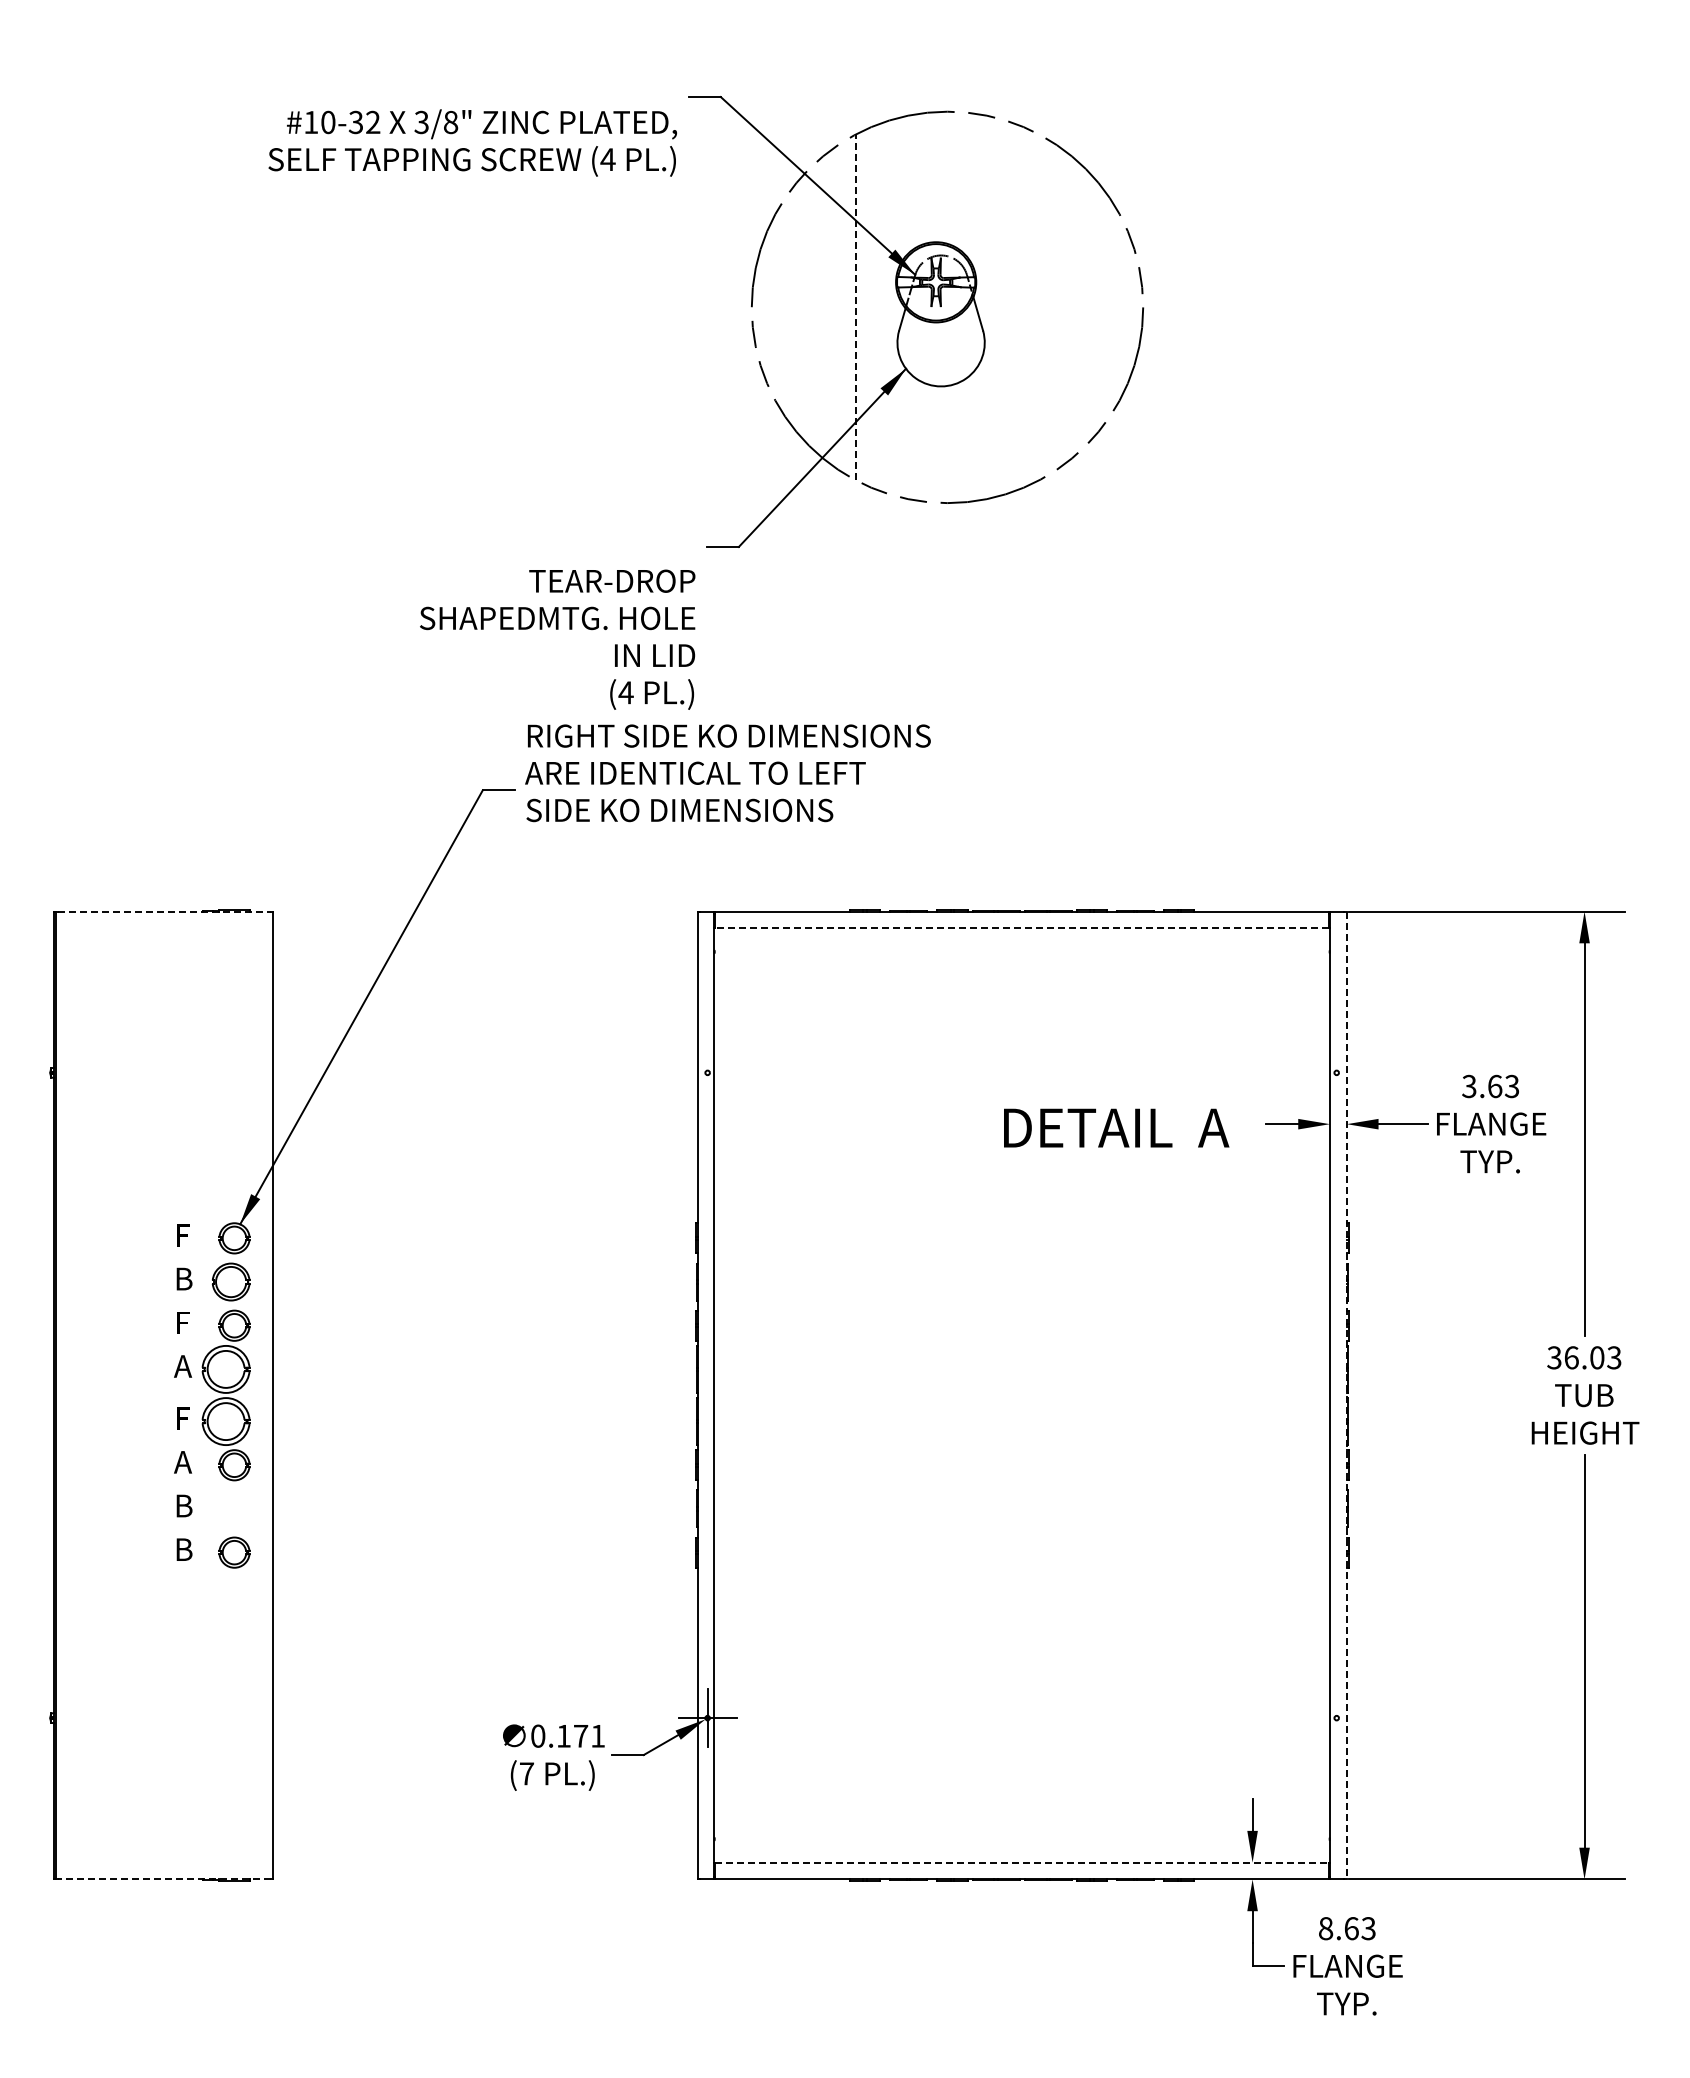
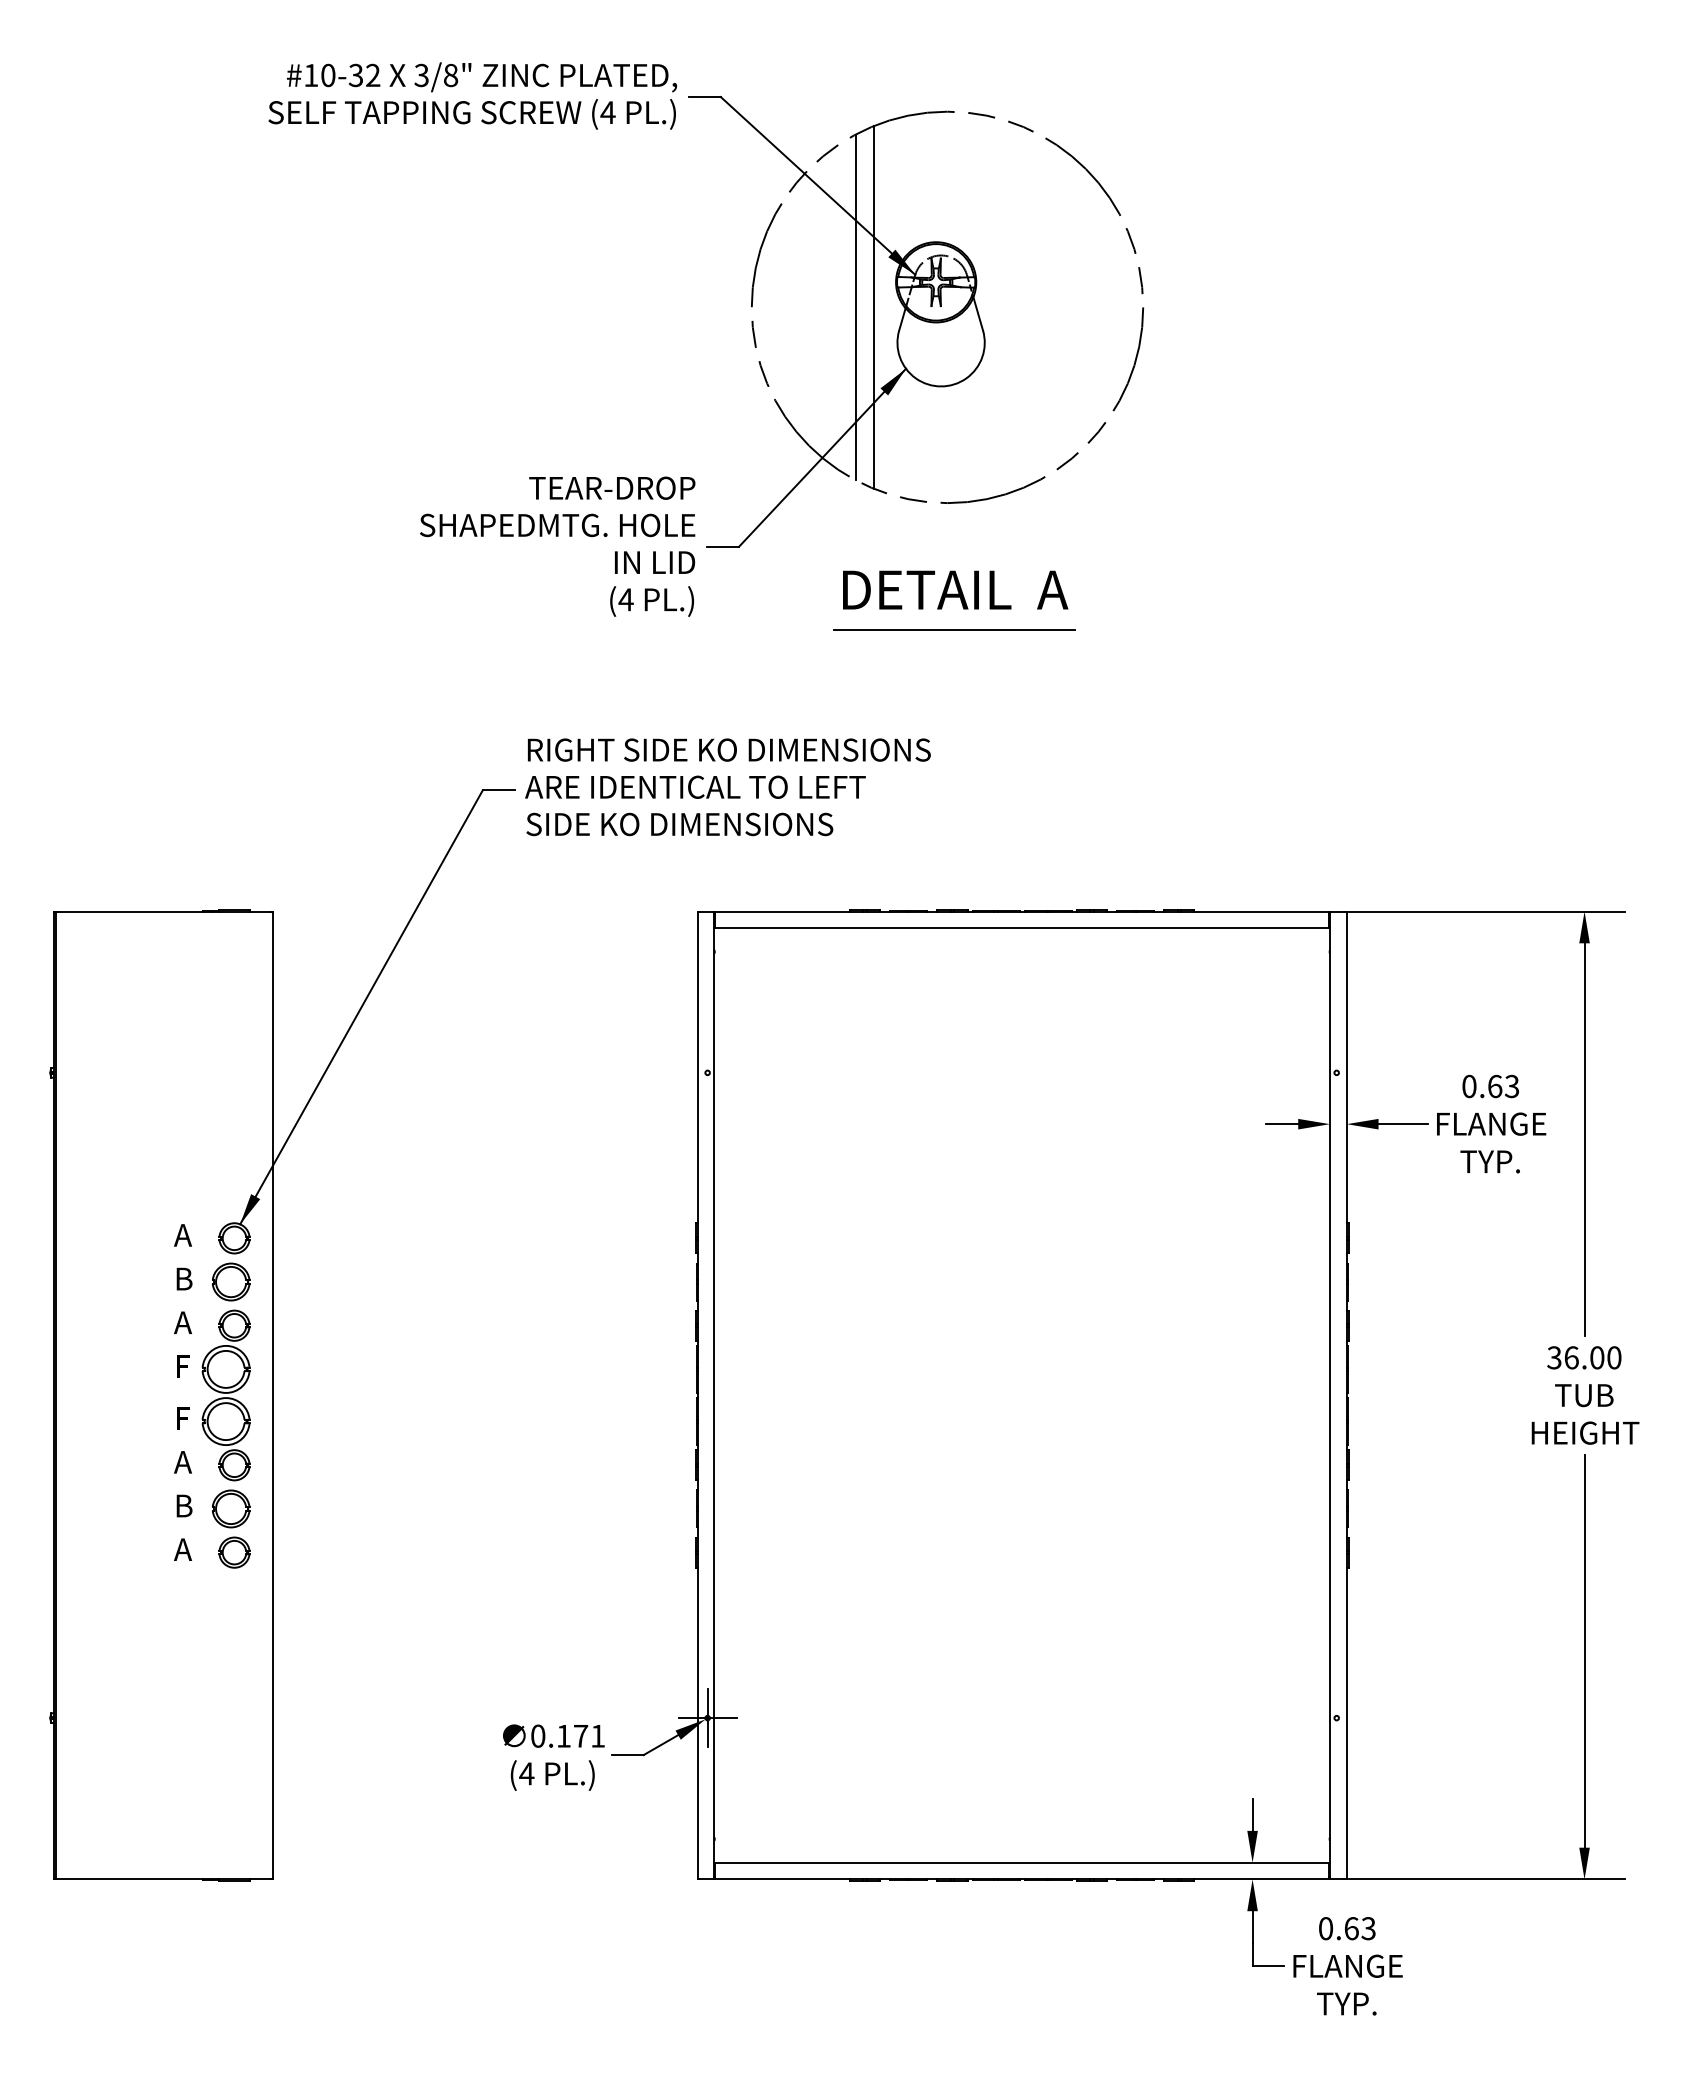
text at (472, 142) position: (472, 142) -> (472, 95)
line at (855, 307): dashed -> solid
line at (873, 307): none -> present
line at (953, 630): none -> present
text at (557, 639) position: (557, 639) -> (557, 546)
text at (727, 773) position: (727, 773) -> (727, 787)
line at (165, 911): dashed -> solid
line at (1022, 928): dashed -> solid
text at (1469, 1086): 3.63 -> 0.63
text at (1116, 1127) position: (1116, 1127) -> (955, 589)
text at (183, 1235): F -> A
text at (182, 1322): F -> A
text at (1614, 1357): 36.03 -> 36.00
text at (183, 1366): A -> F
line at (1346, 1395): dashed -> solid
part at (230, 1508): none -> present
text at (183, 1549): B -> A
text at (526, 1773): (7 -> (4
line at (1022, 1862): dashed -> solid
line at (164, 1879): dashed -> solid
text at (1326, 1928): 8.63 -> 0.63
